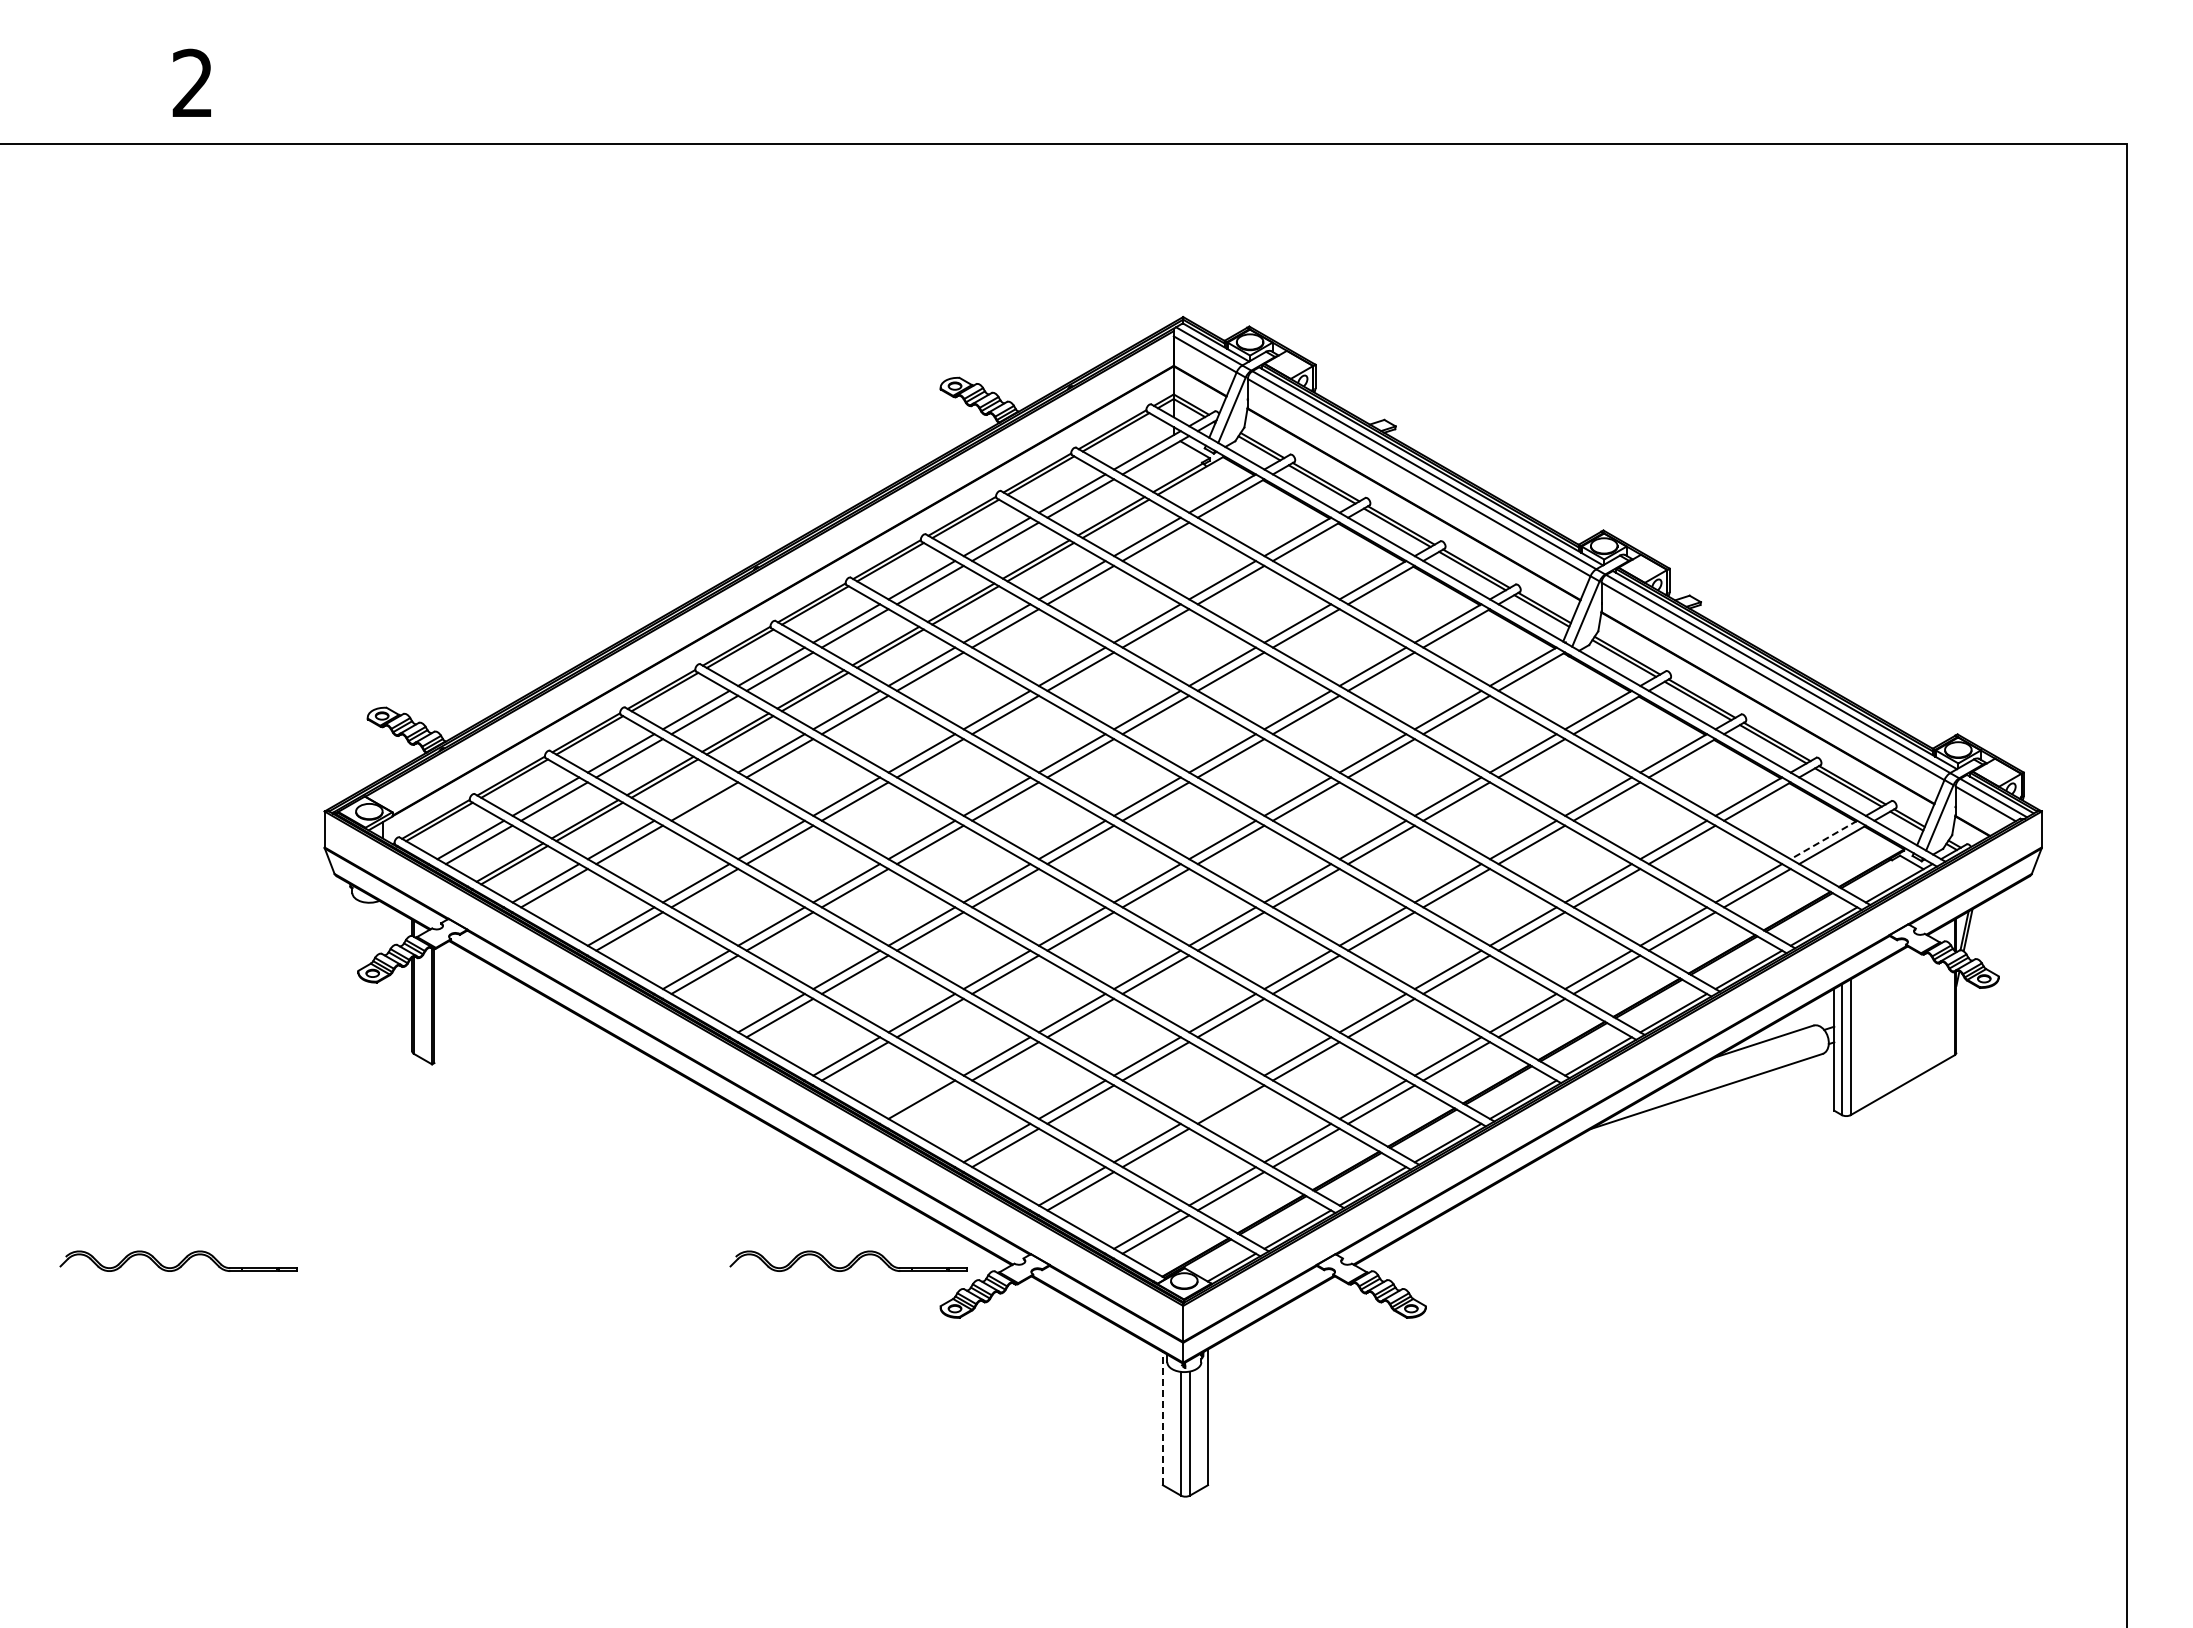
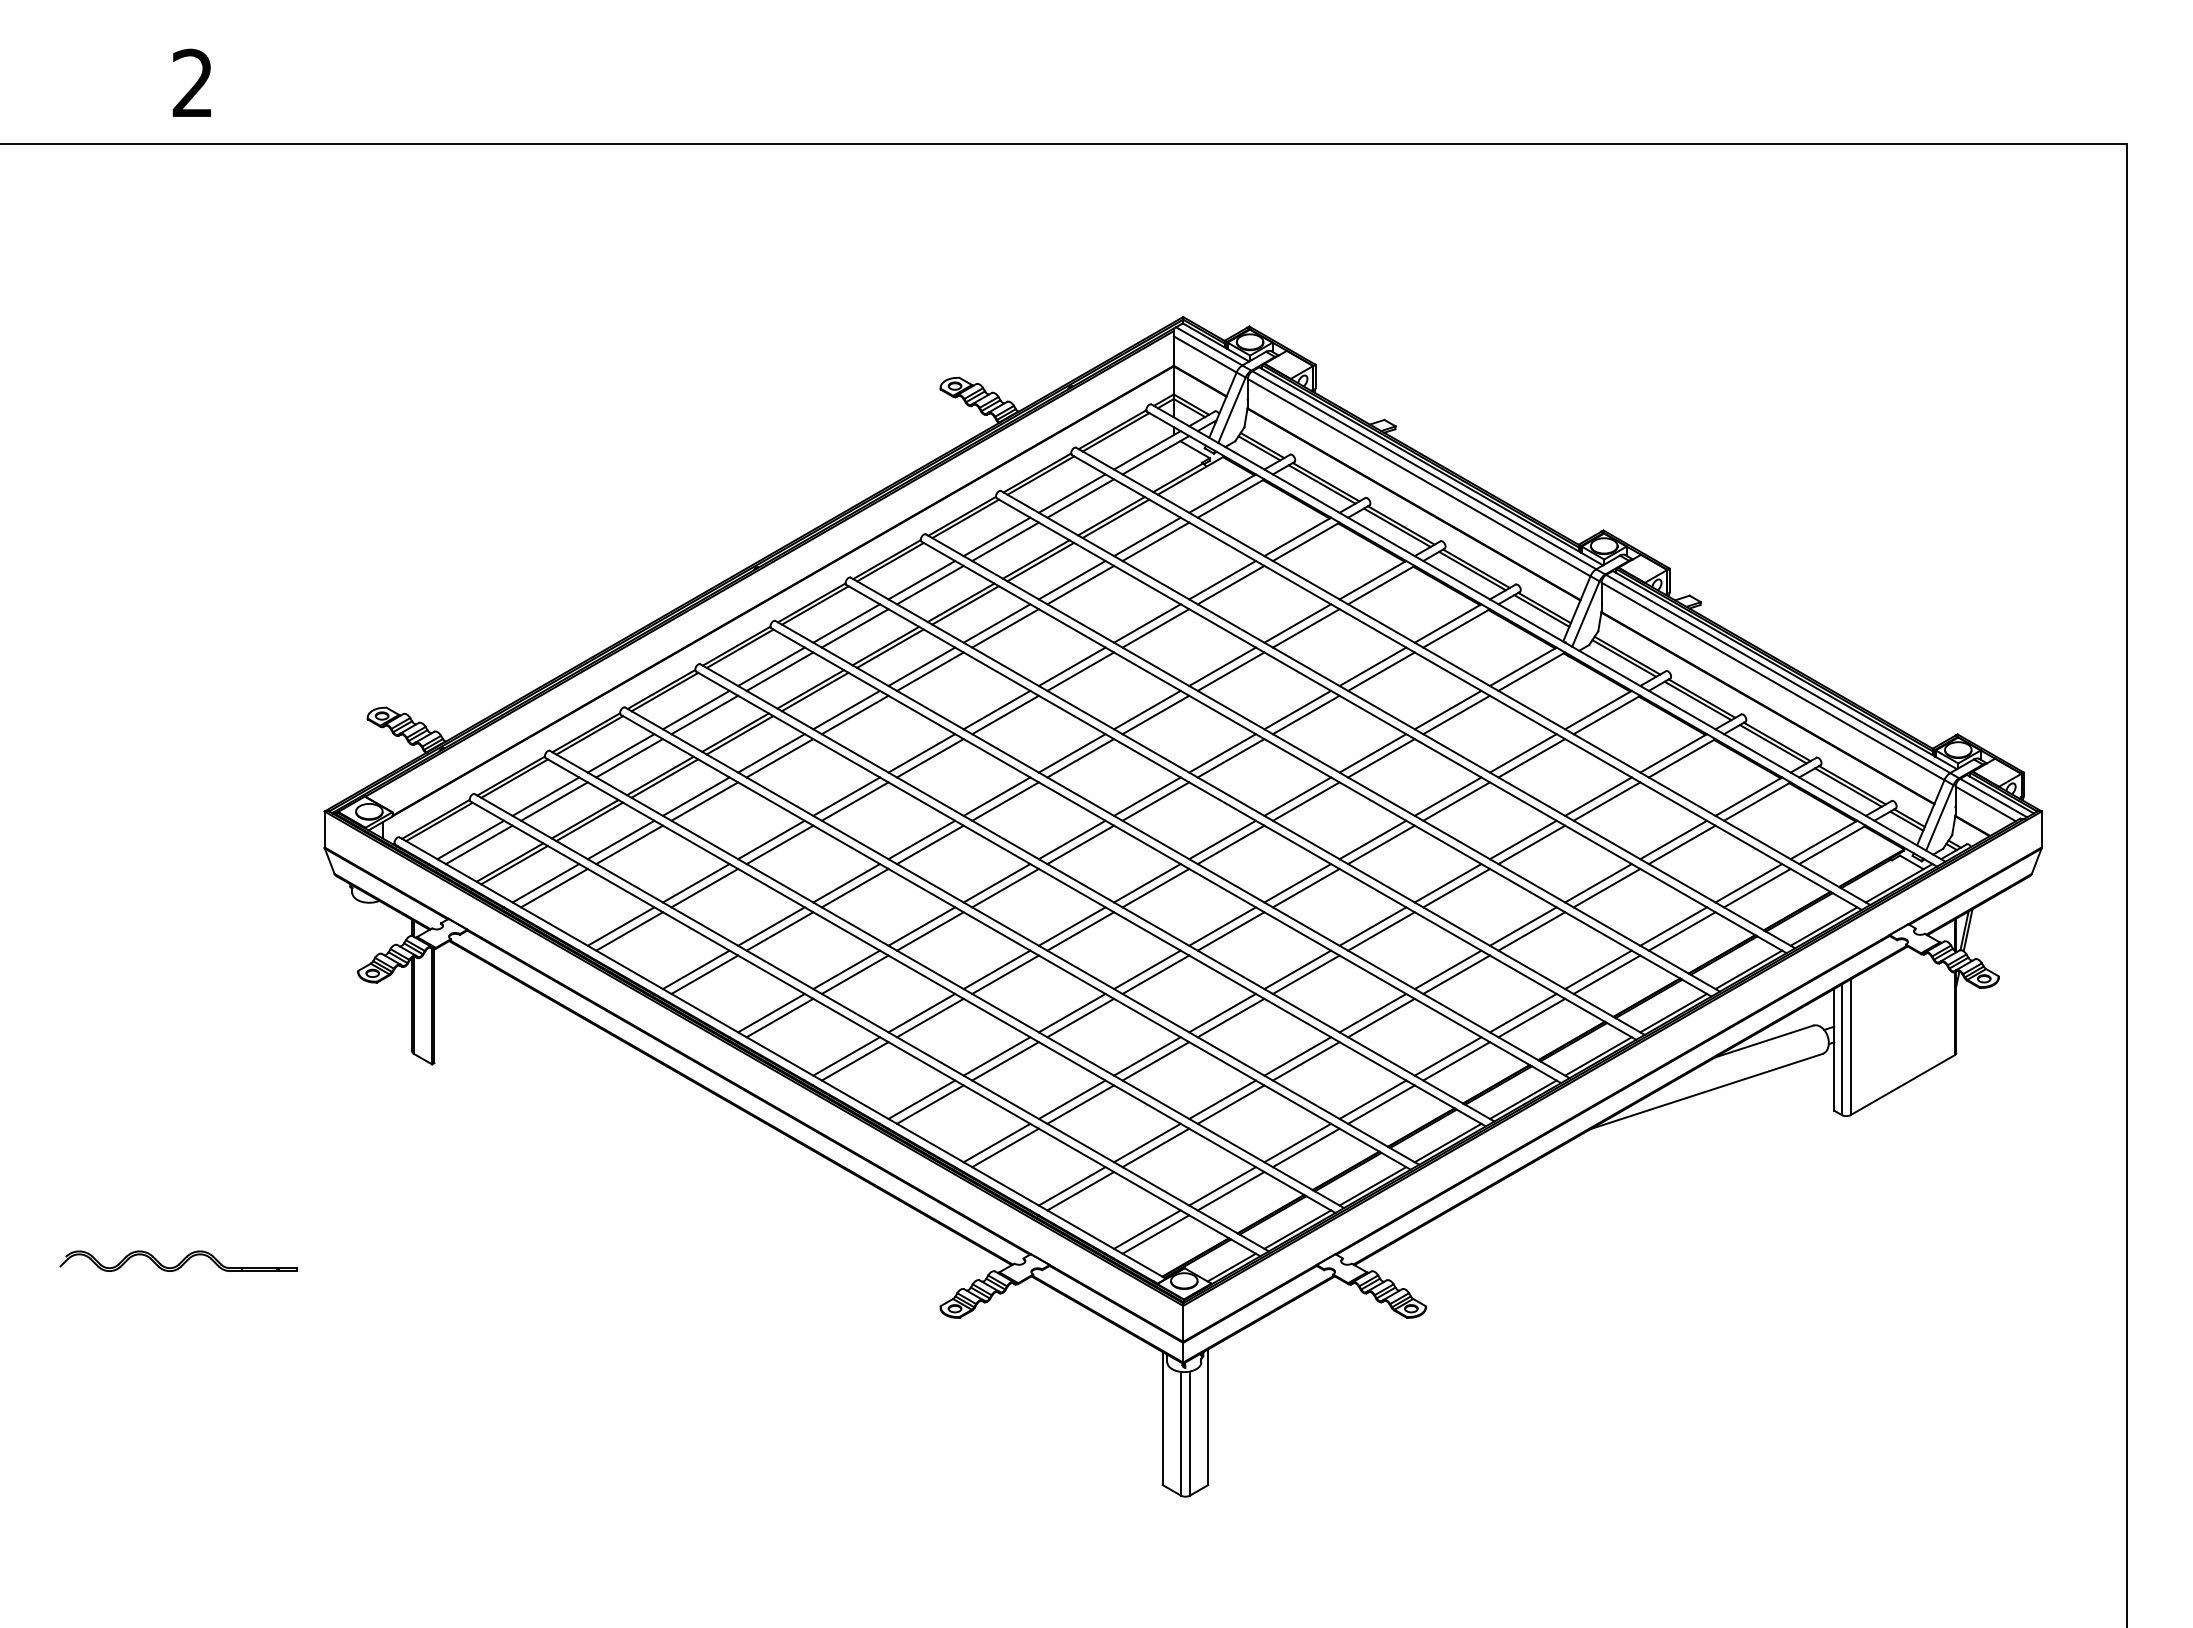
line at (695, 796): none -> present
line at (1823, 840): dashed -> solid
line at (1222, 1099): none -> present
line at (930, 1104): none -> present
part at (848, 1260): present -> none
line at (1162, 1418): dashed -> solid
